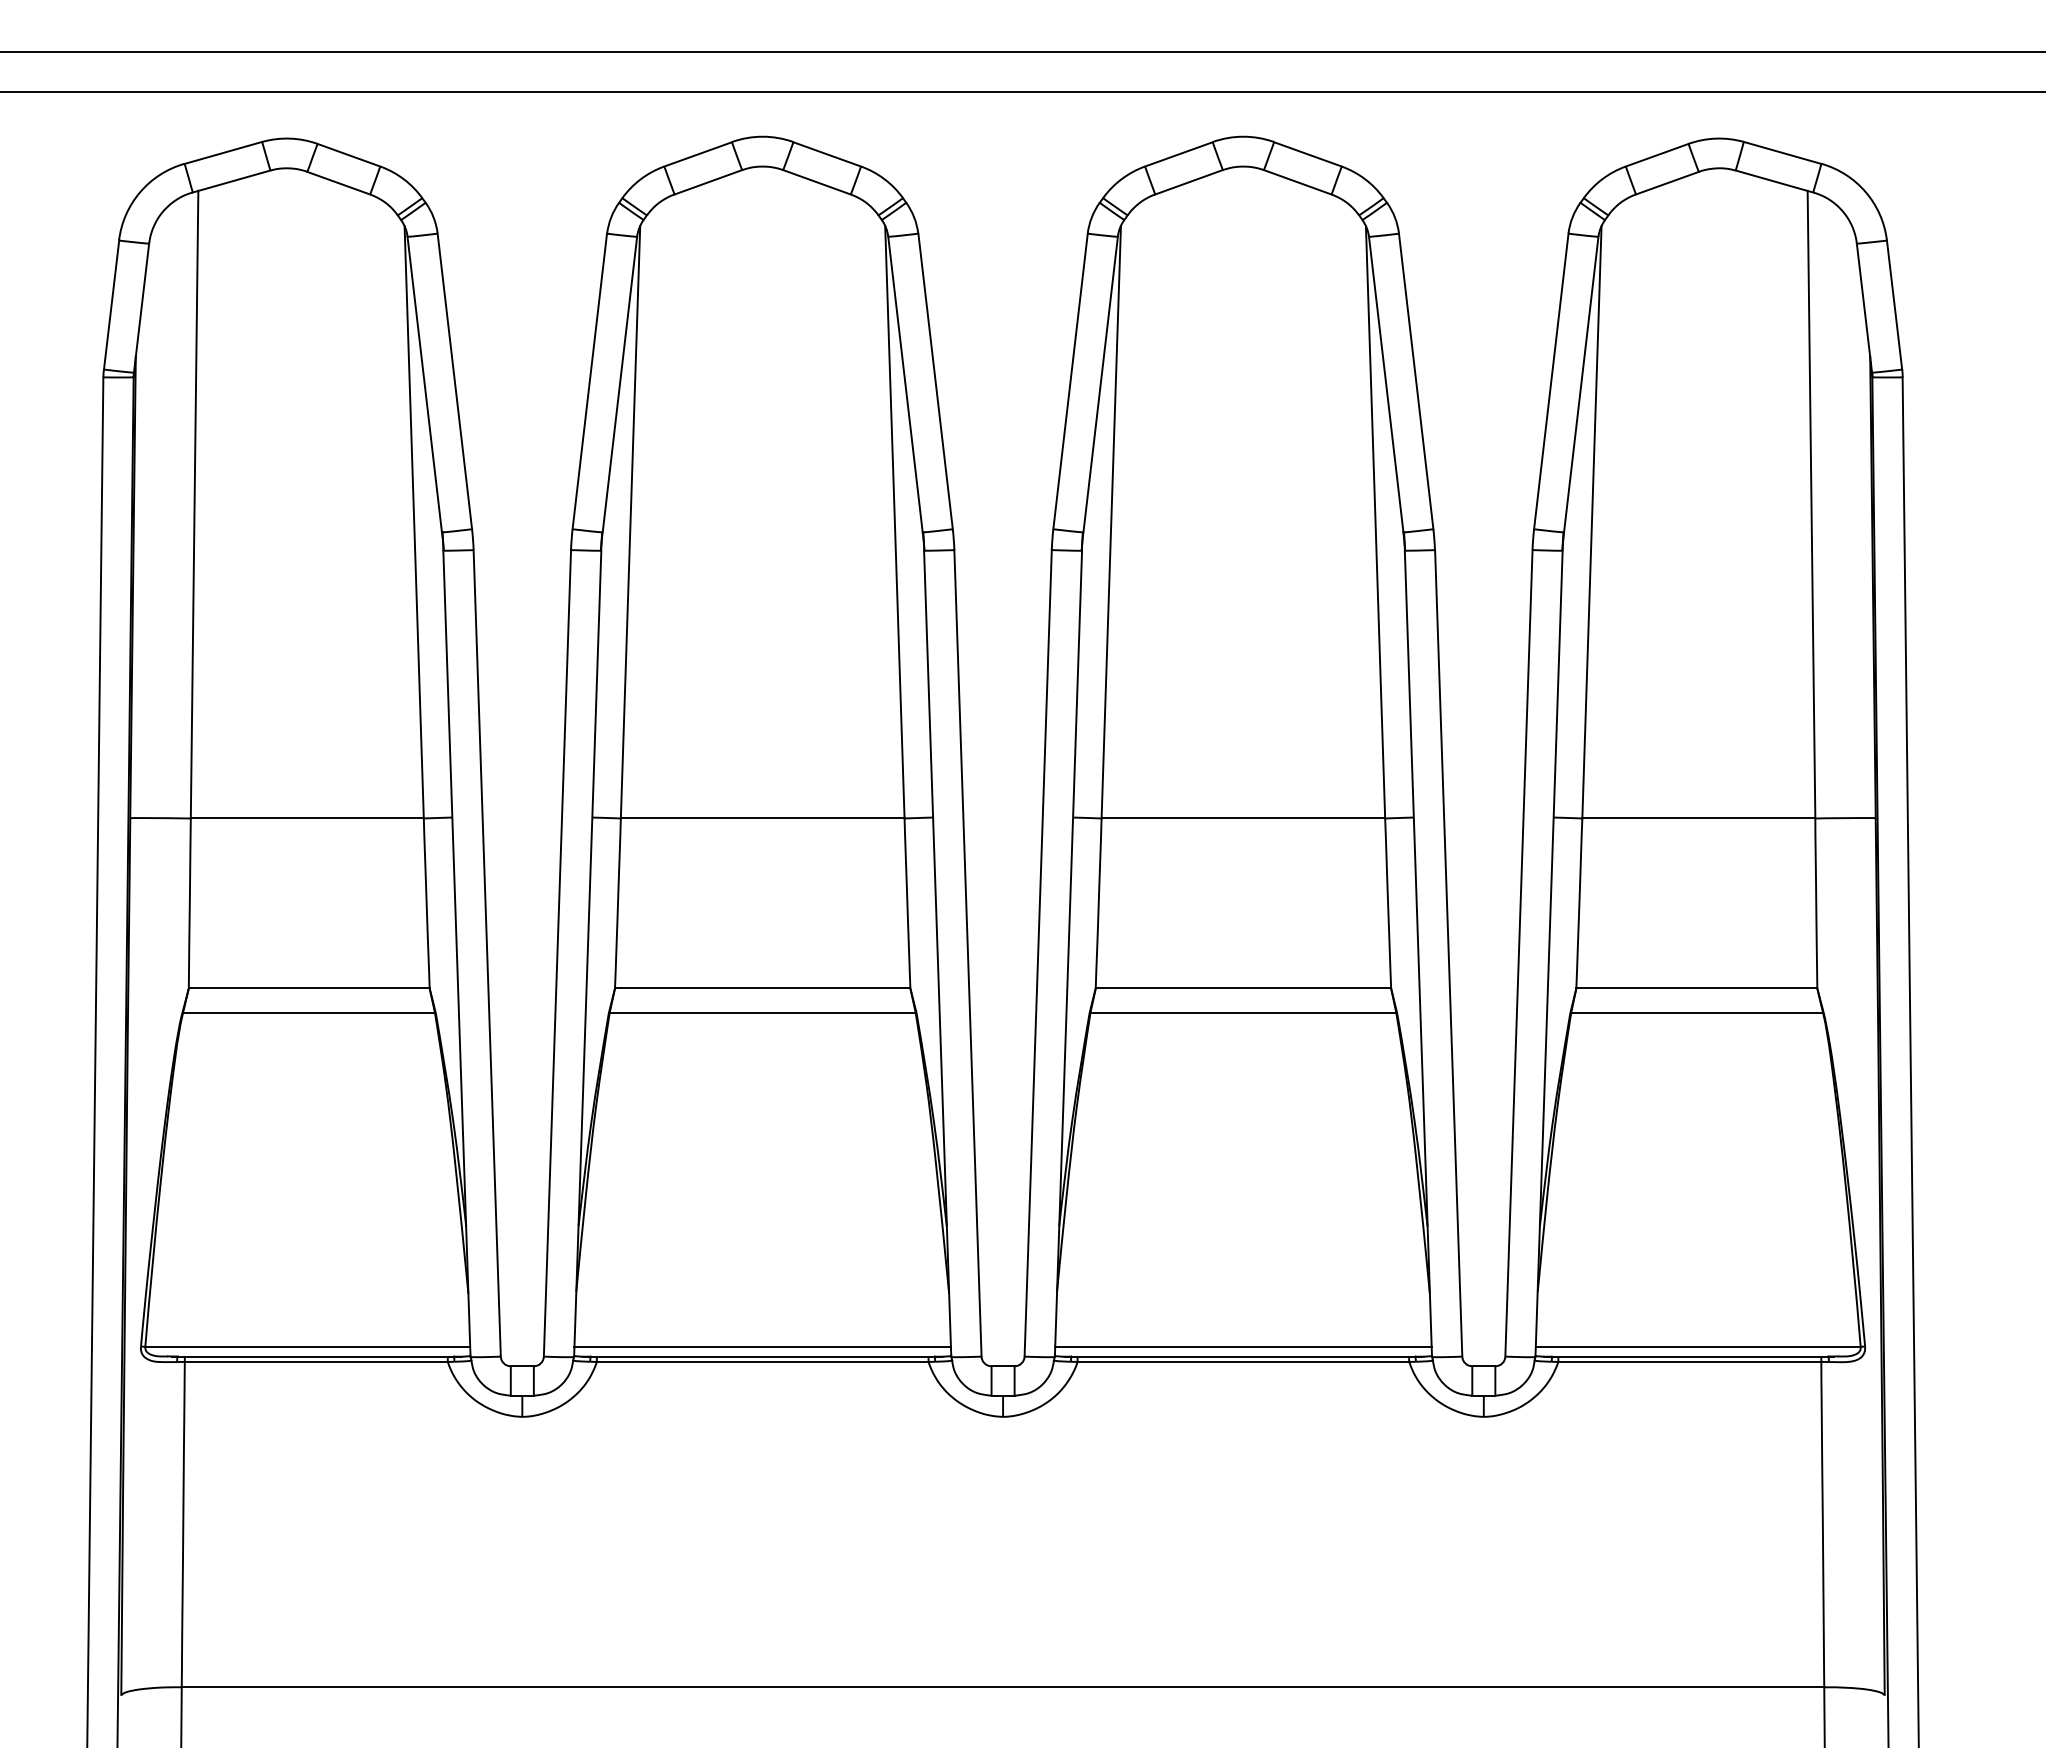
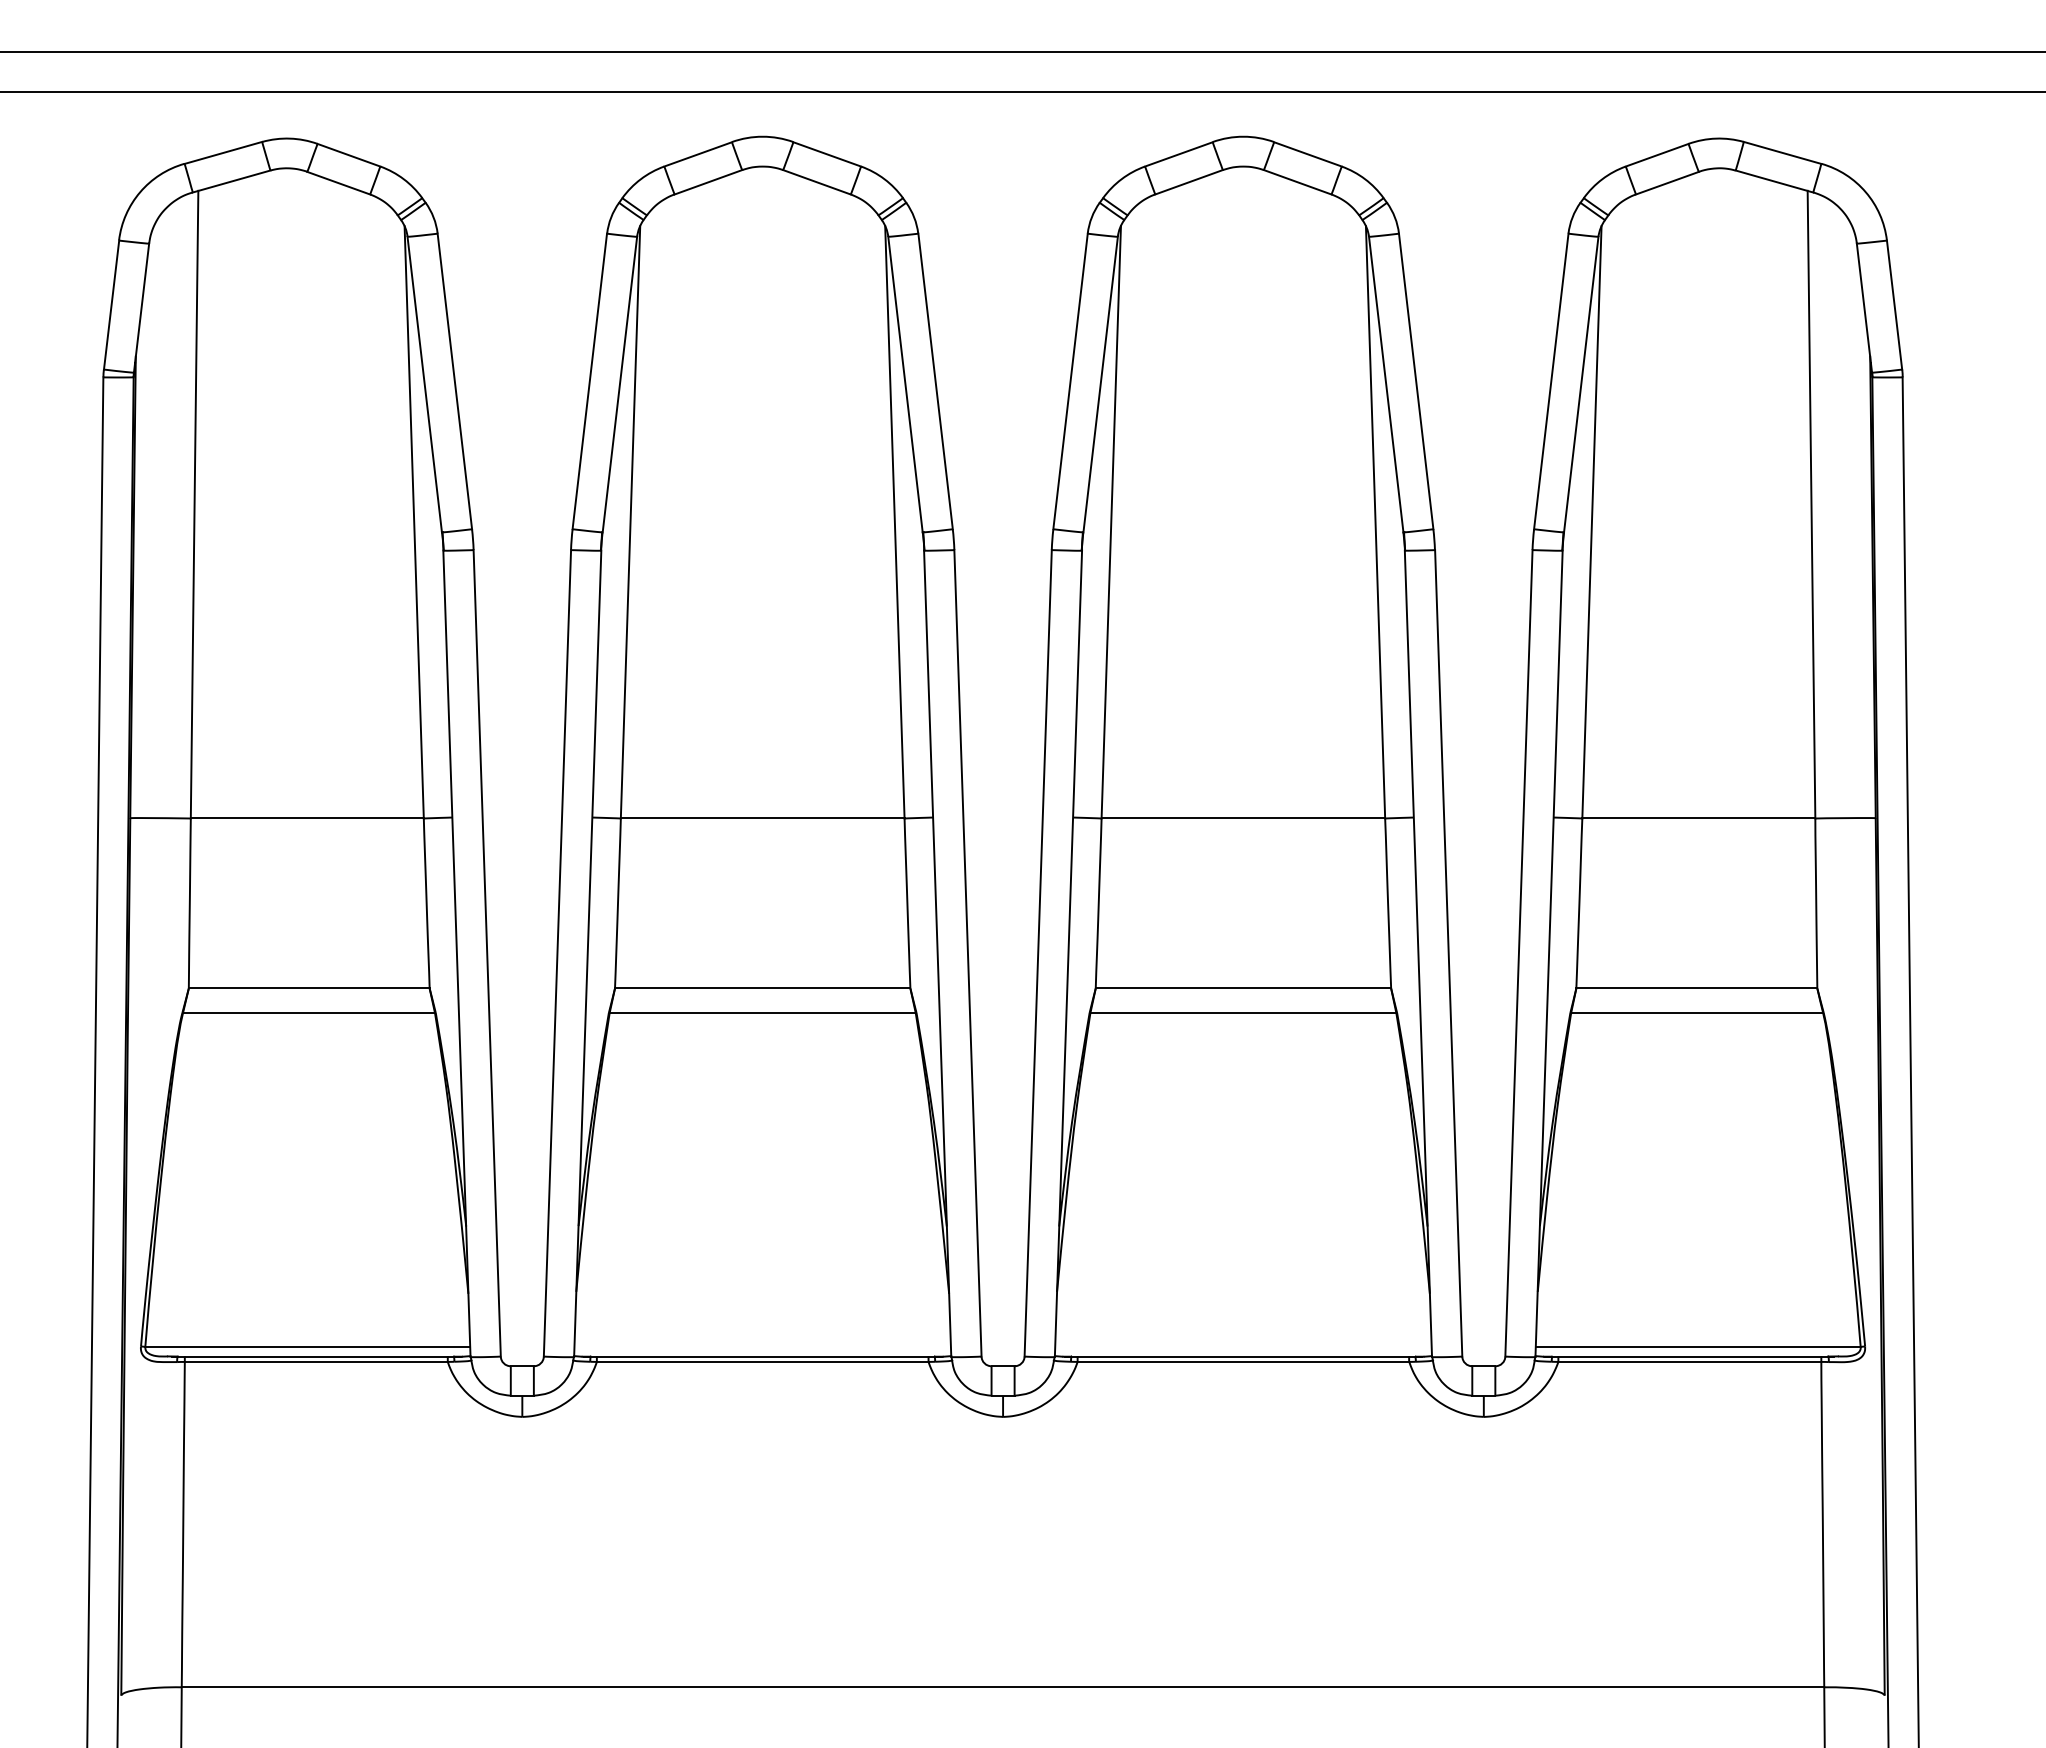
line at (762, 1346): present -> none
line at (1243, 1346): present -> none
